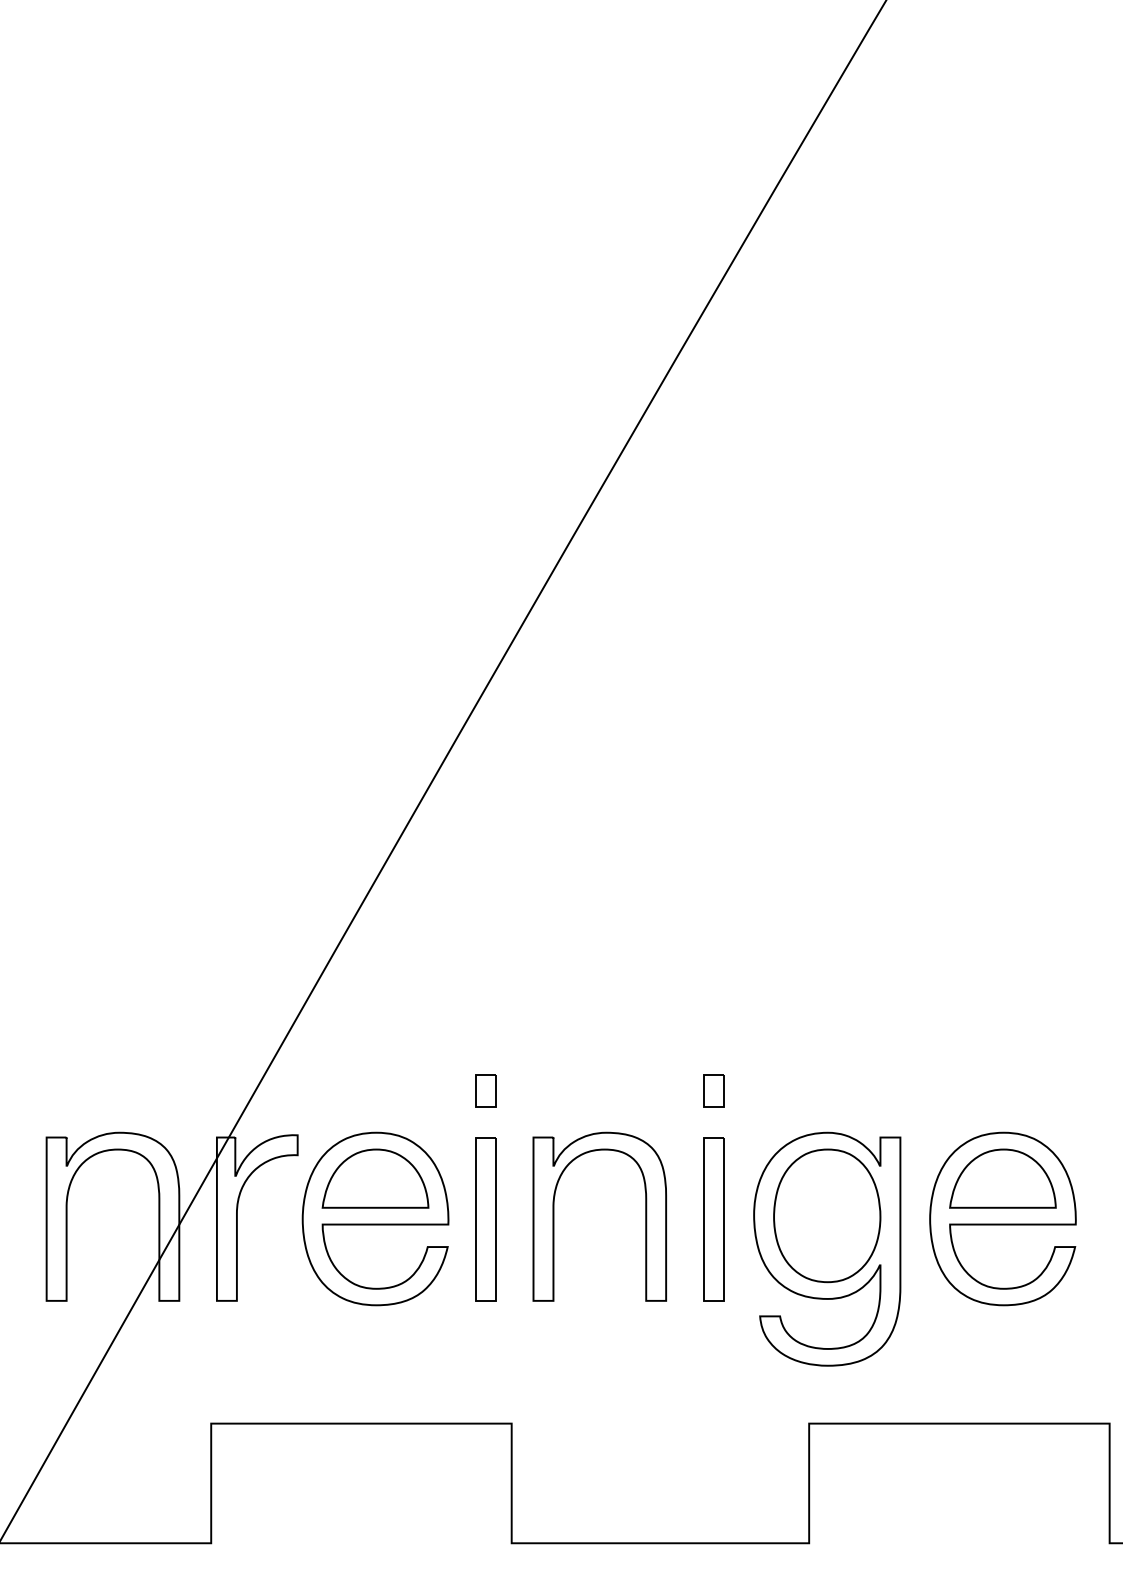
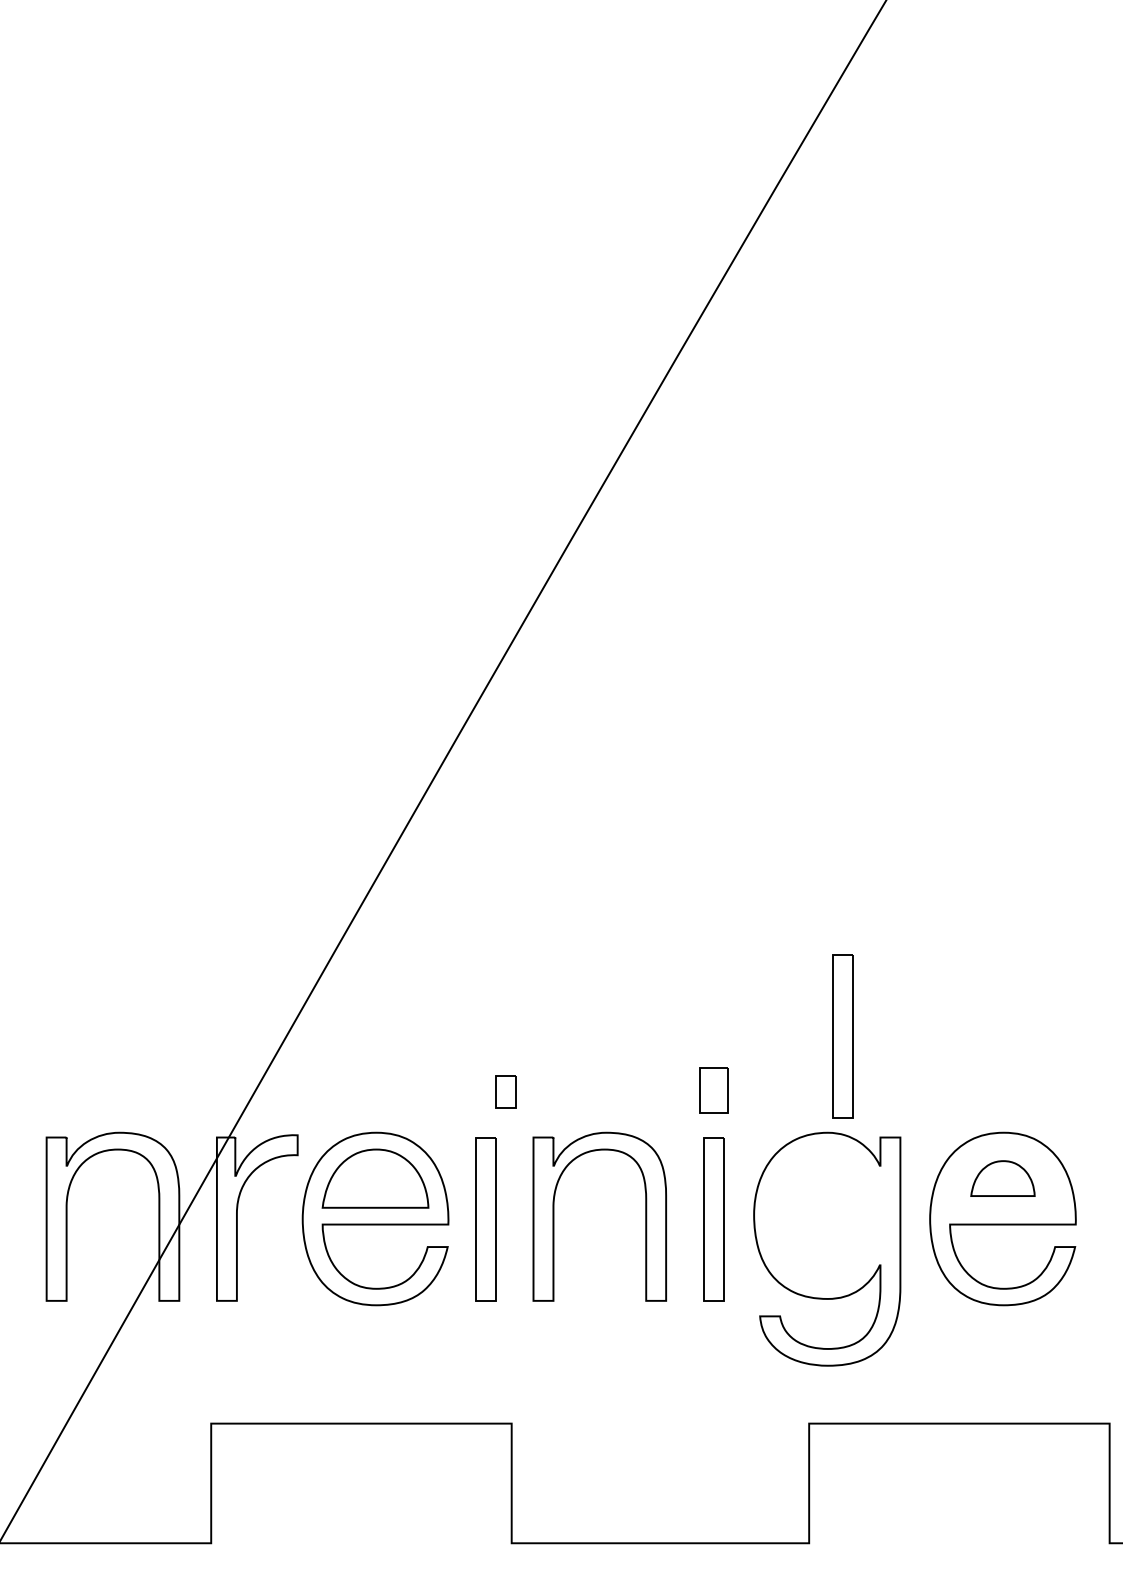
part at (842, 1036): none -> present
part at (485, 1090) position: (485, 1090) -> (505, 1091)
part at (713, 1090) size: 22x34 px -> 30x47 px
part at (1002, 1178) size: 108x61 px -> 66x37 px
part at (827, 1215): present -> none
